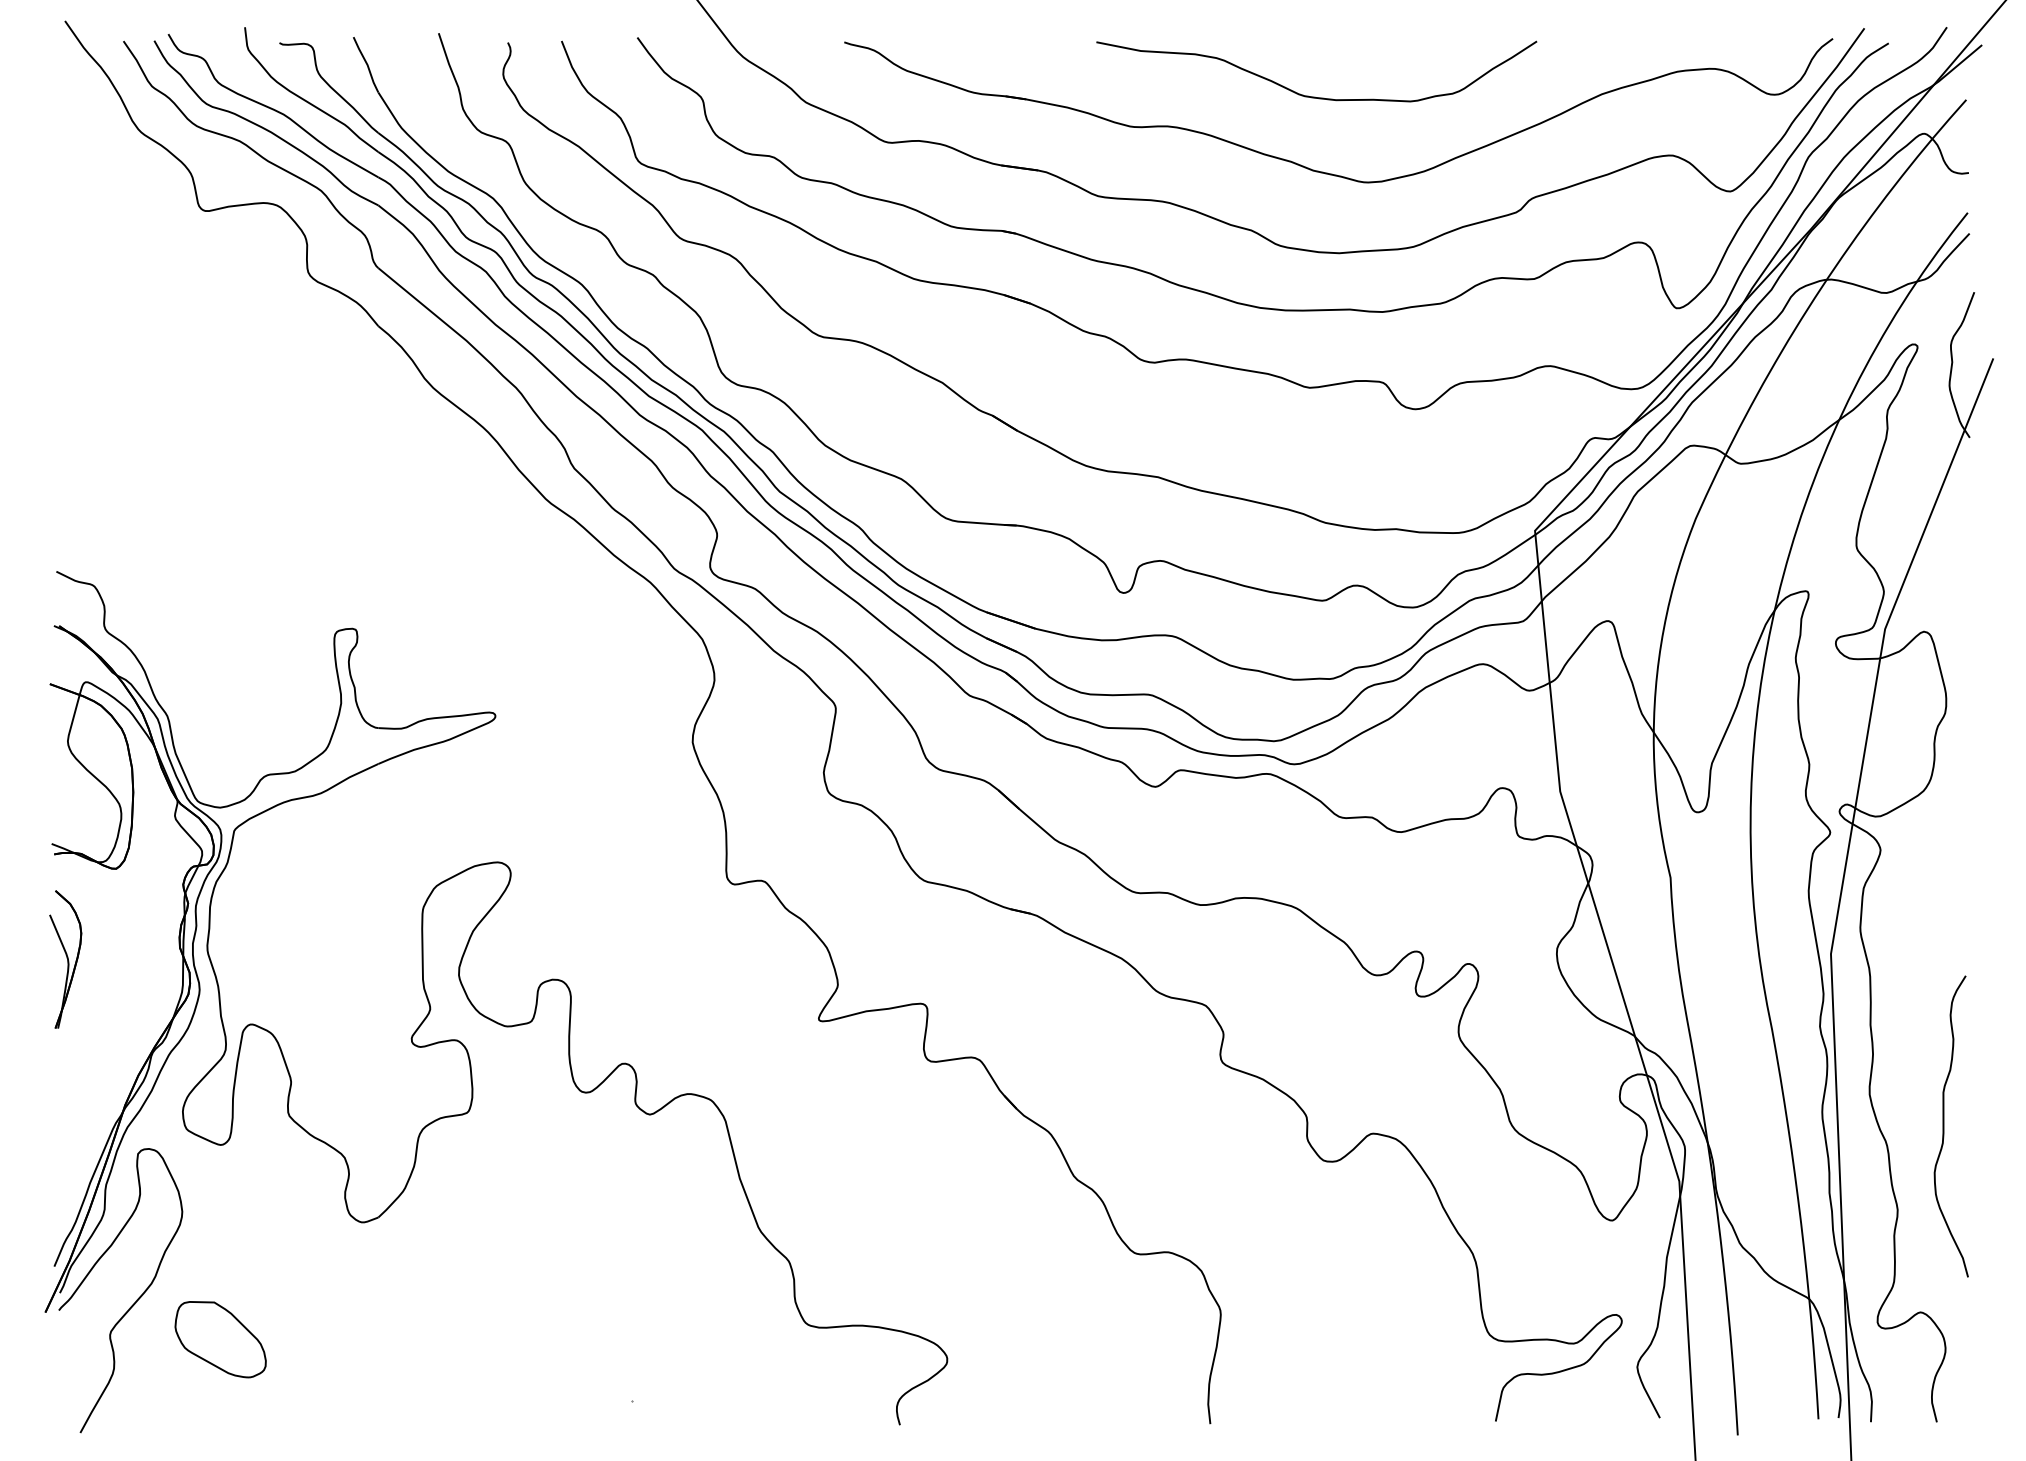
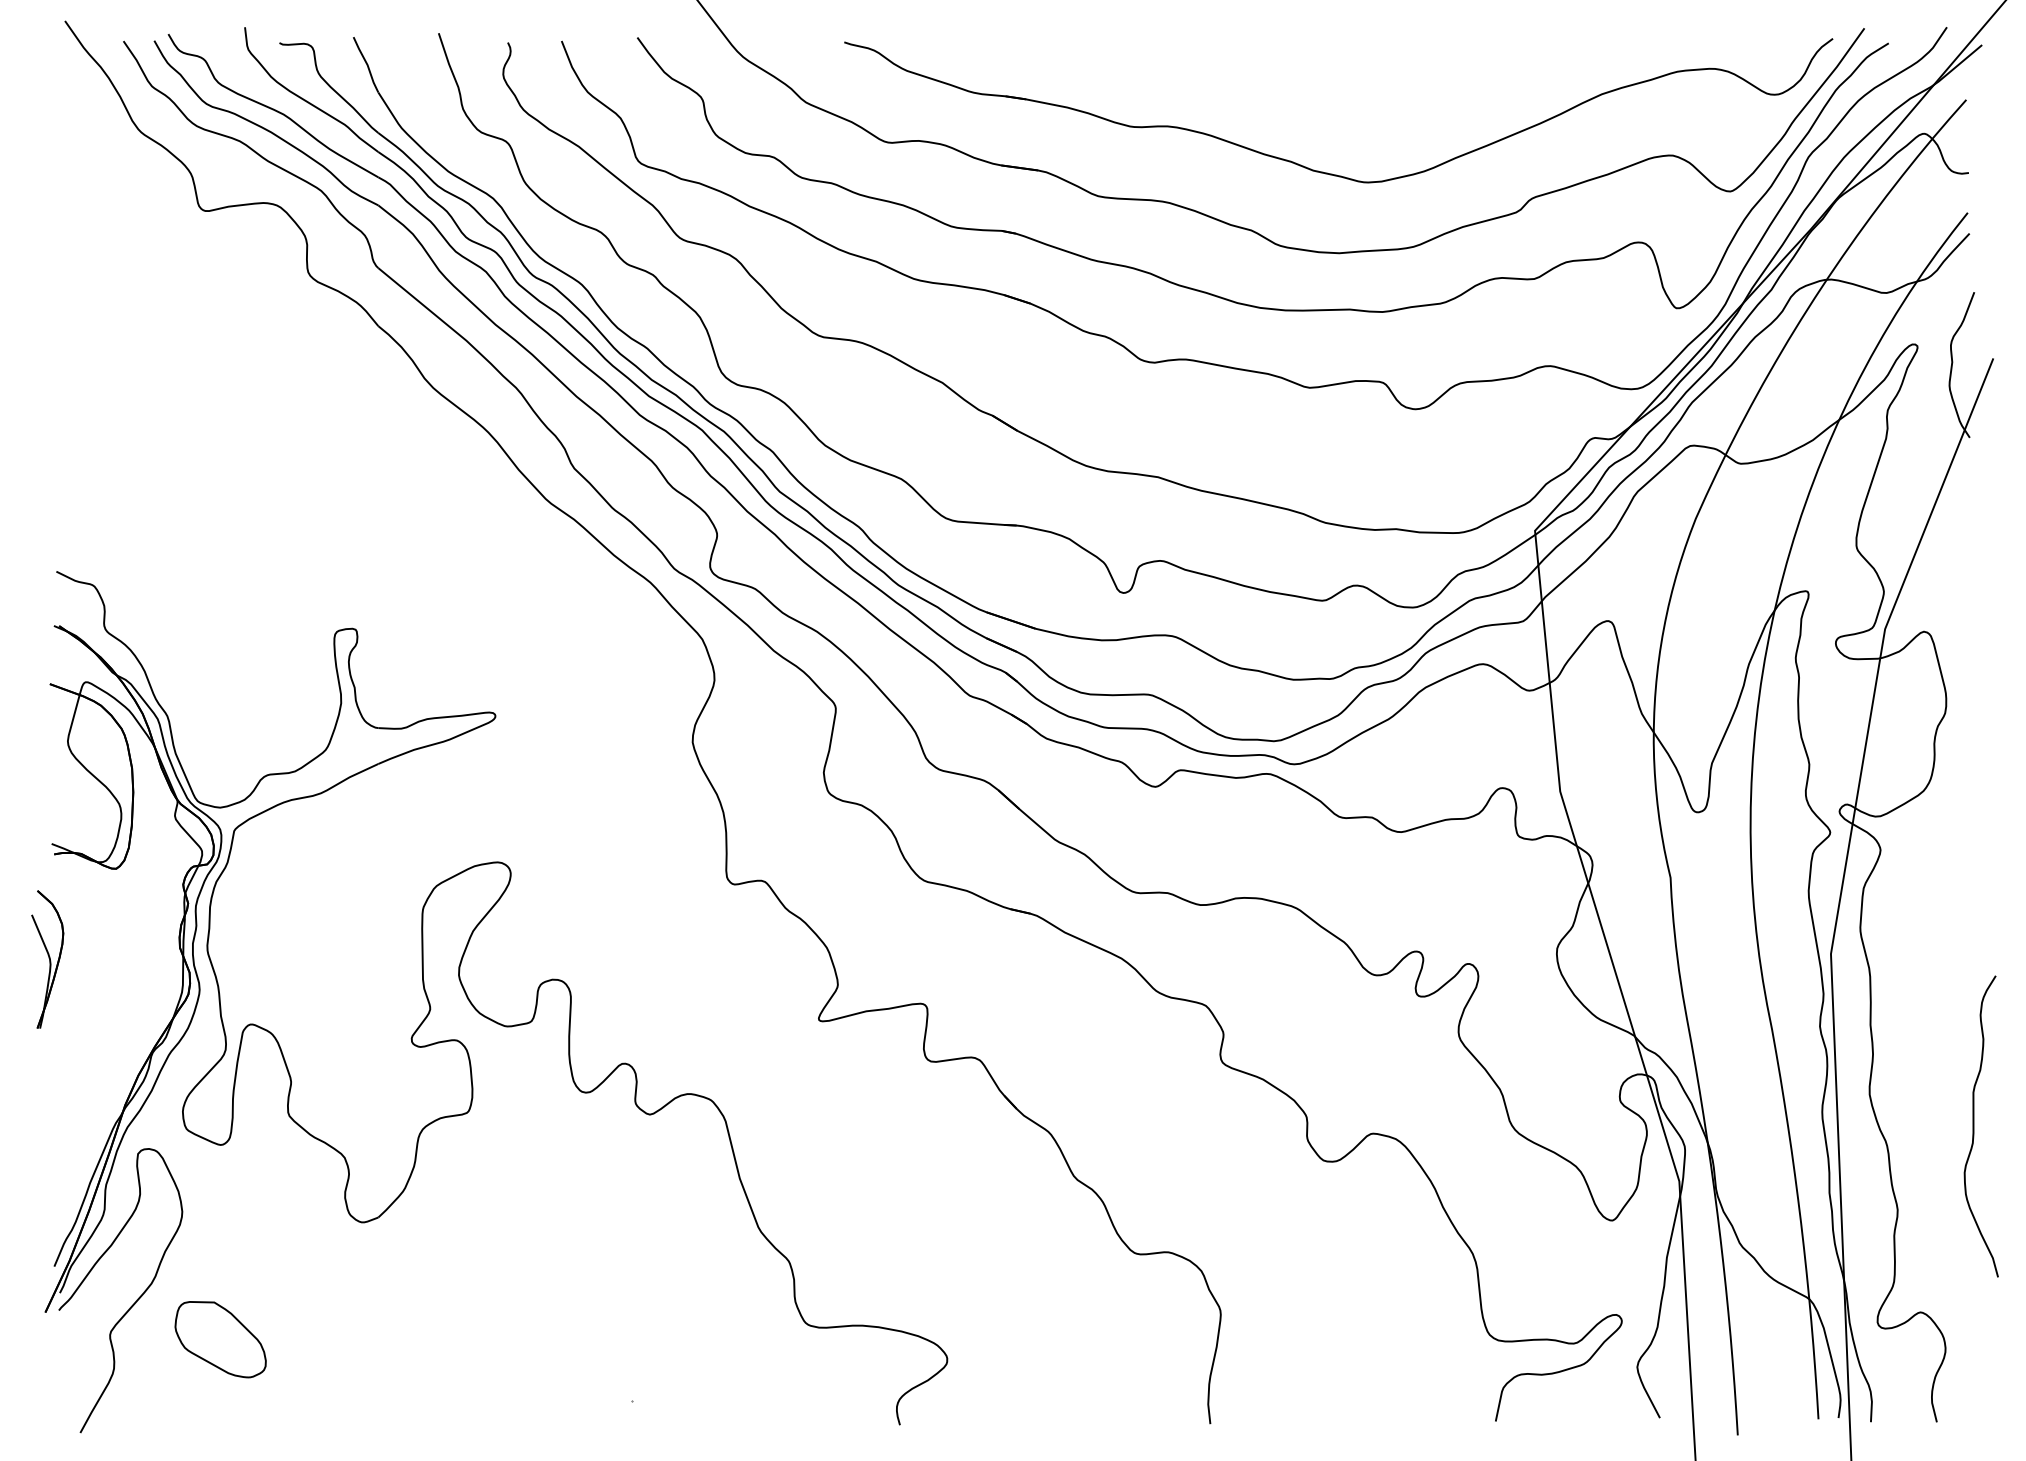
curve at (1315, 96): present -> none
part at (65, 959) position: (65, 959) -> (47, 959)
curve at (1944, 1126) position: (1944, 1126) -> (1974, 1126)
